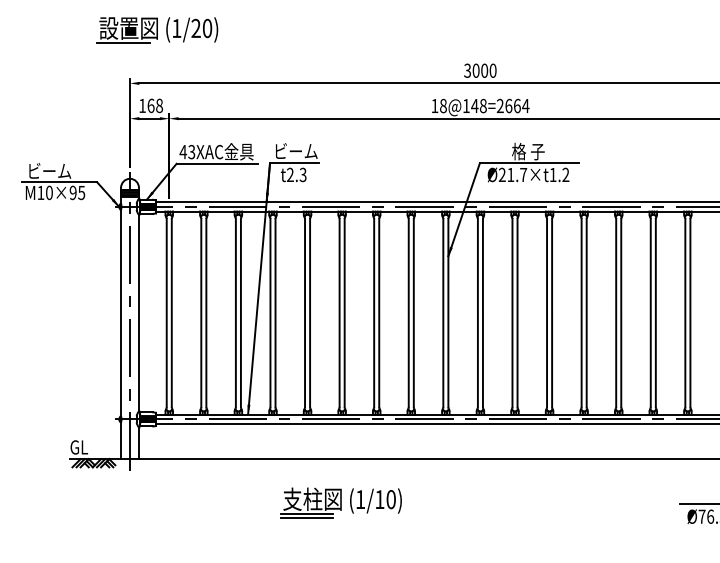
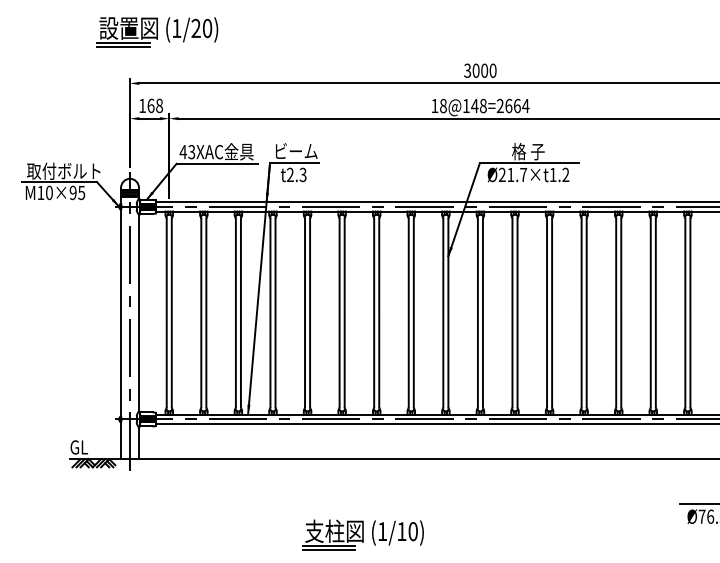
line at (122, 47): none -> present
text at (63, 170): ビーム -> 取付ボルト
part at (340, 502) position: (340, 502) -> (362, 534)
